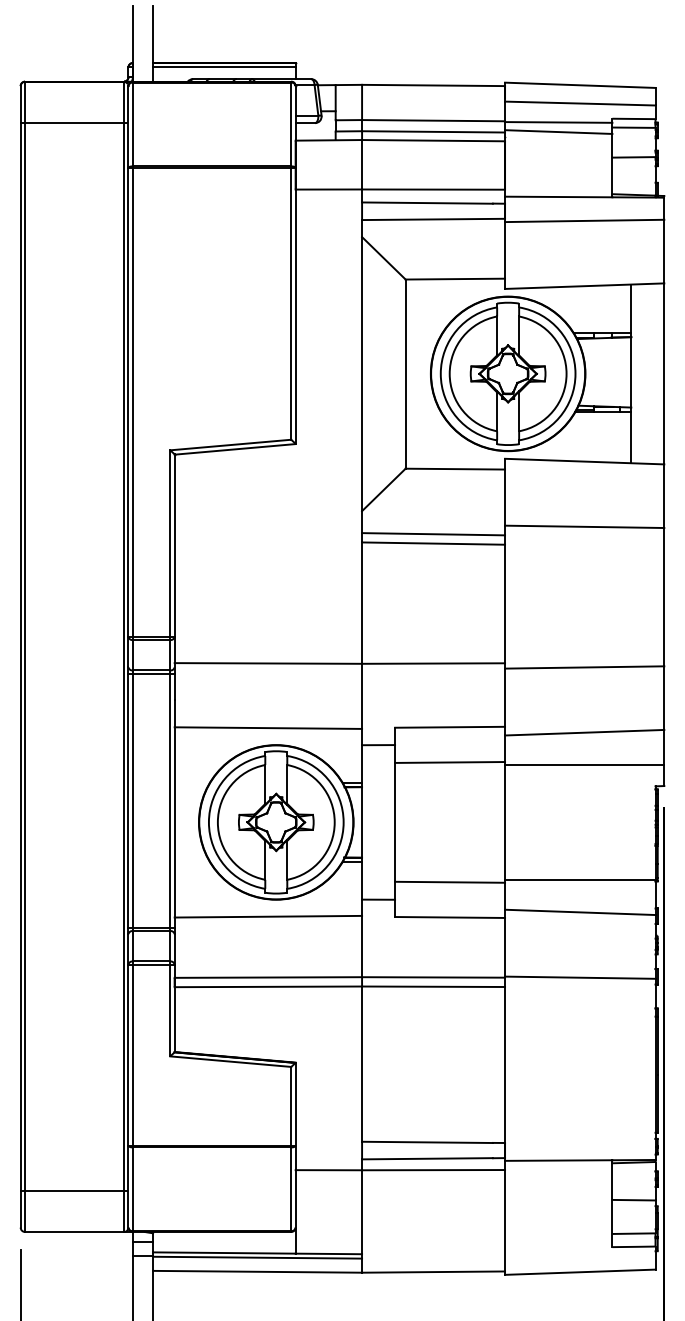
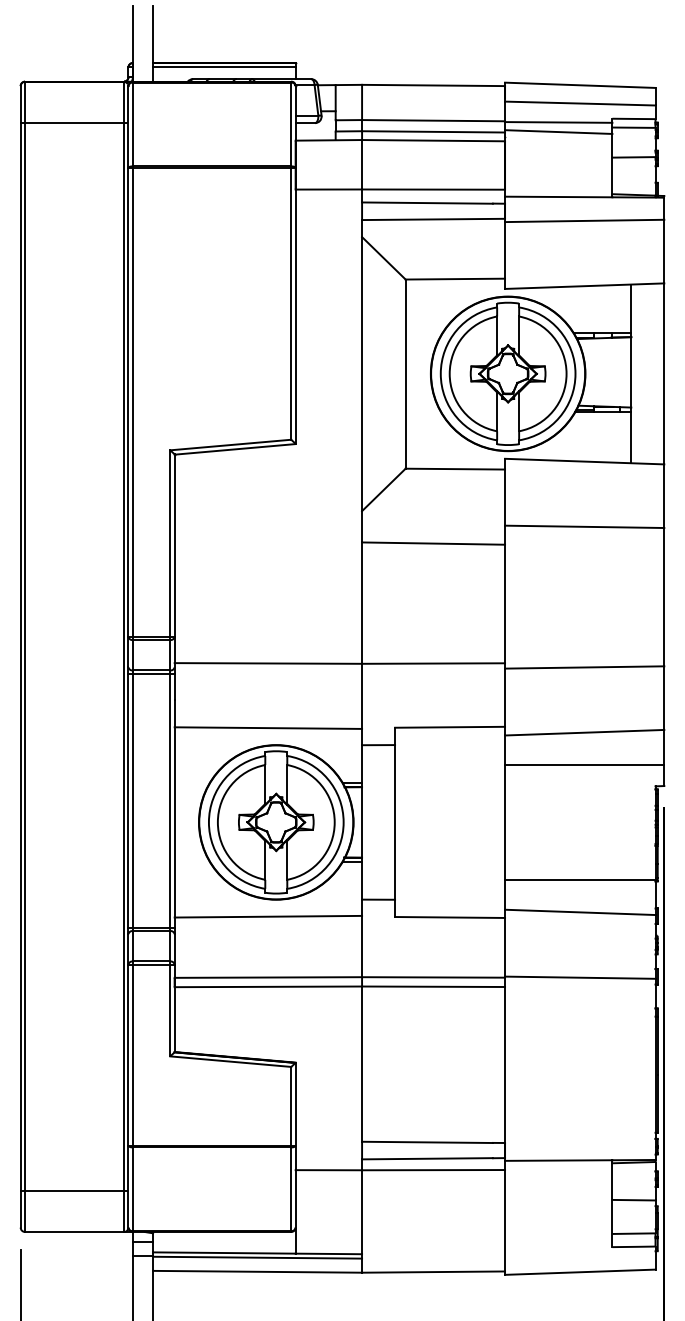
line at (433, 534): present -> none
line at (450, 762): present -> none
line at (450, 881): present -> none
